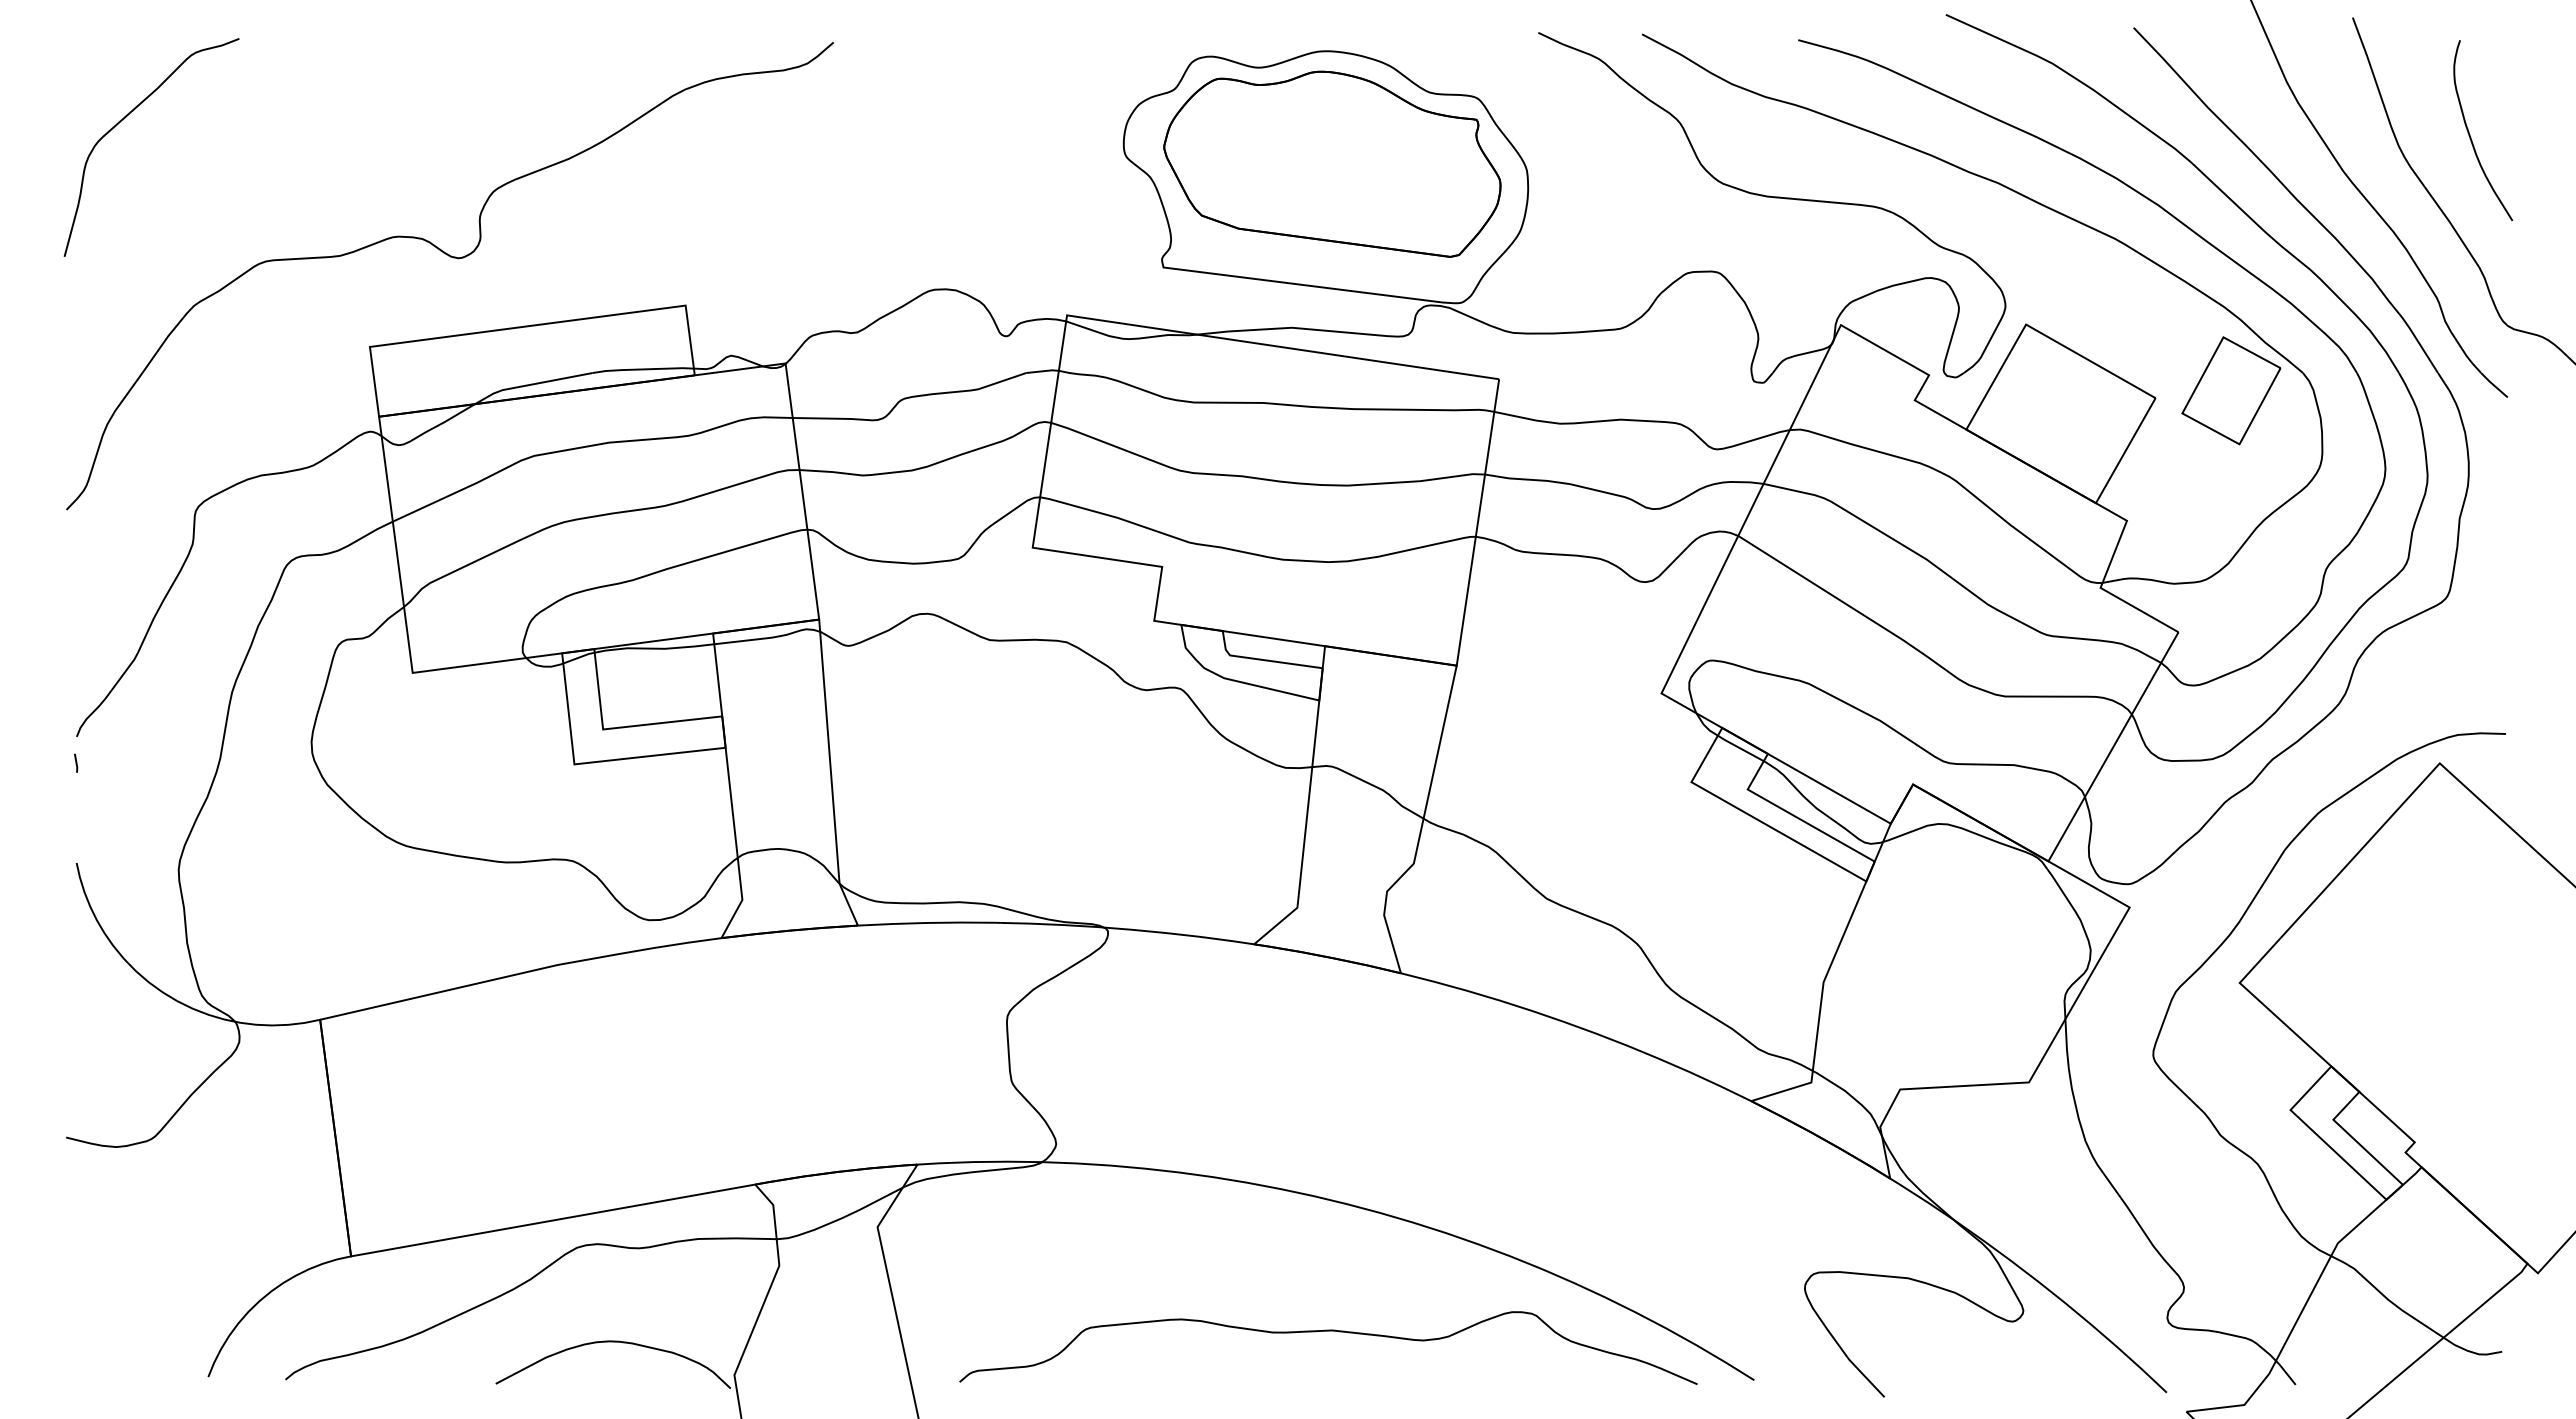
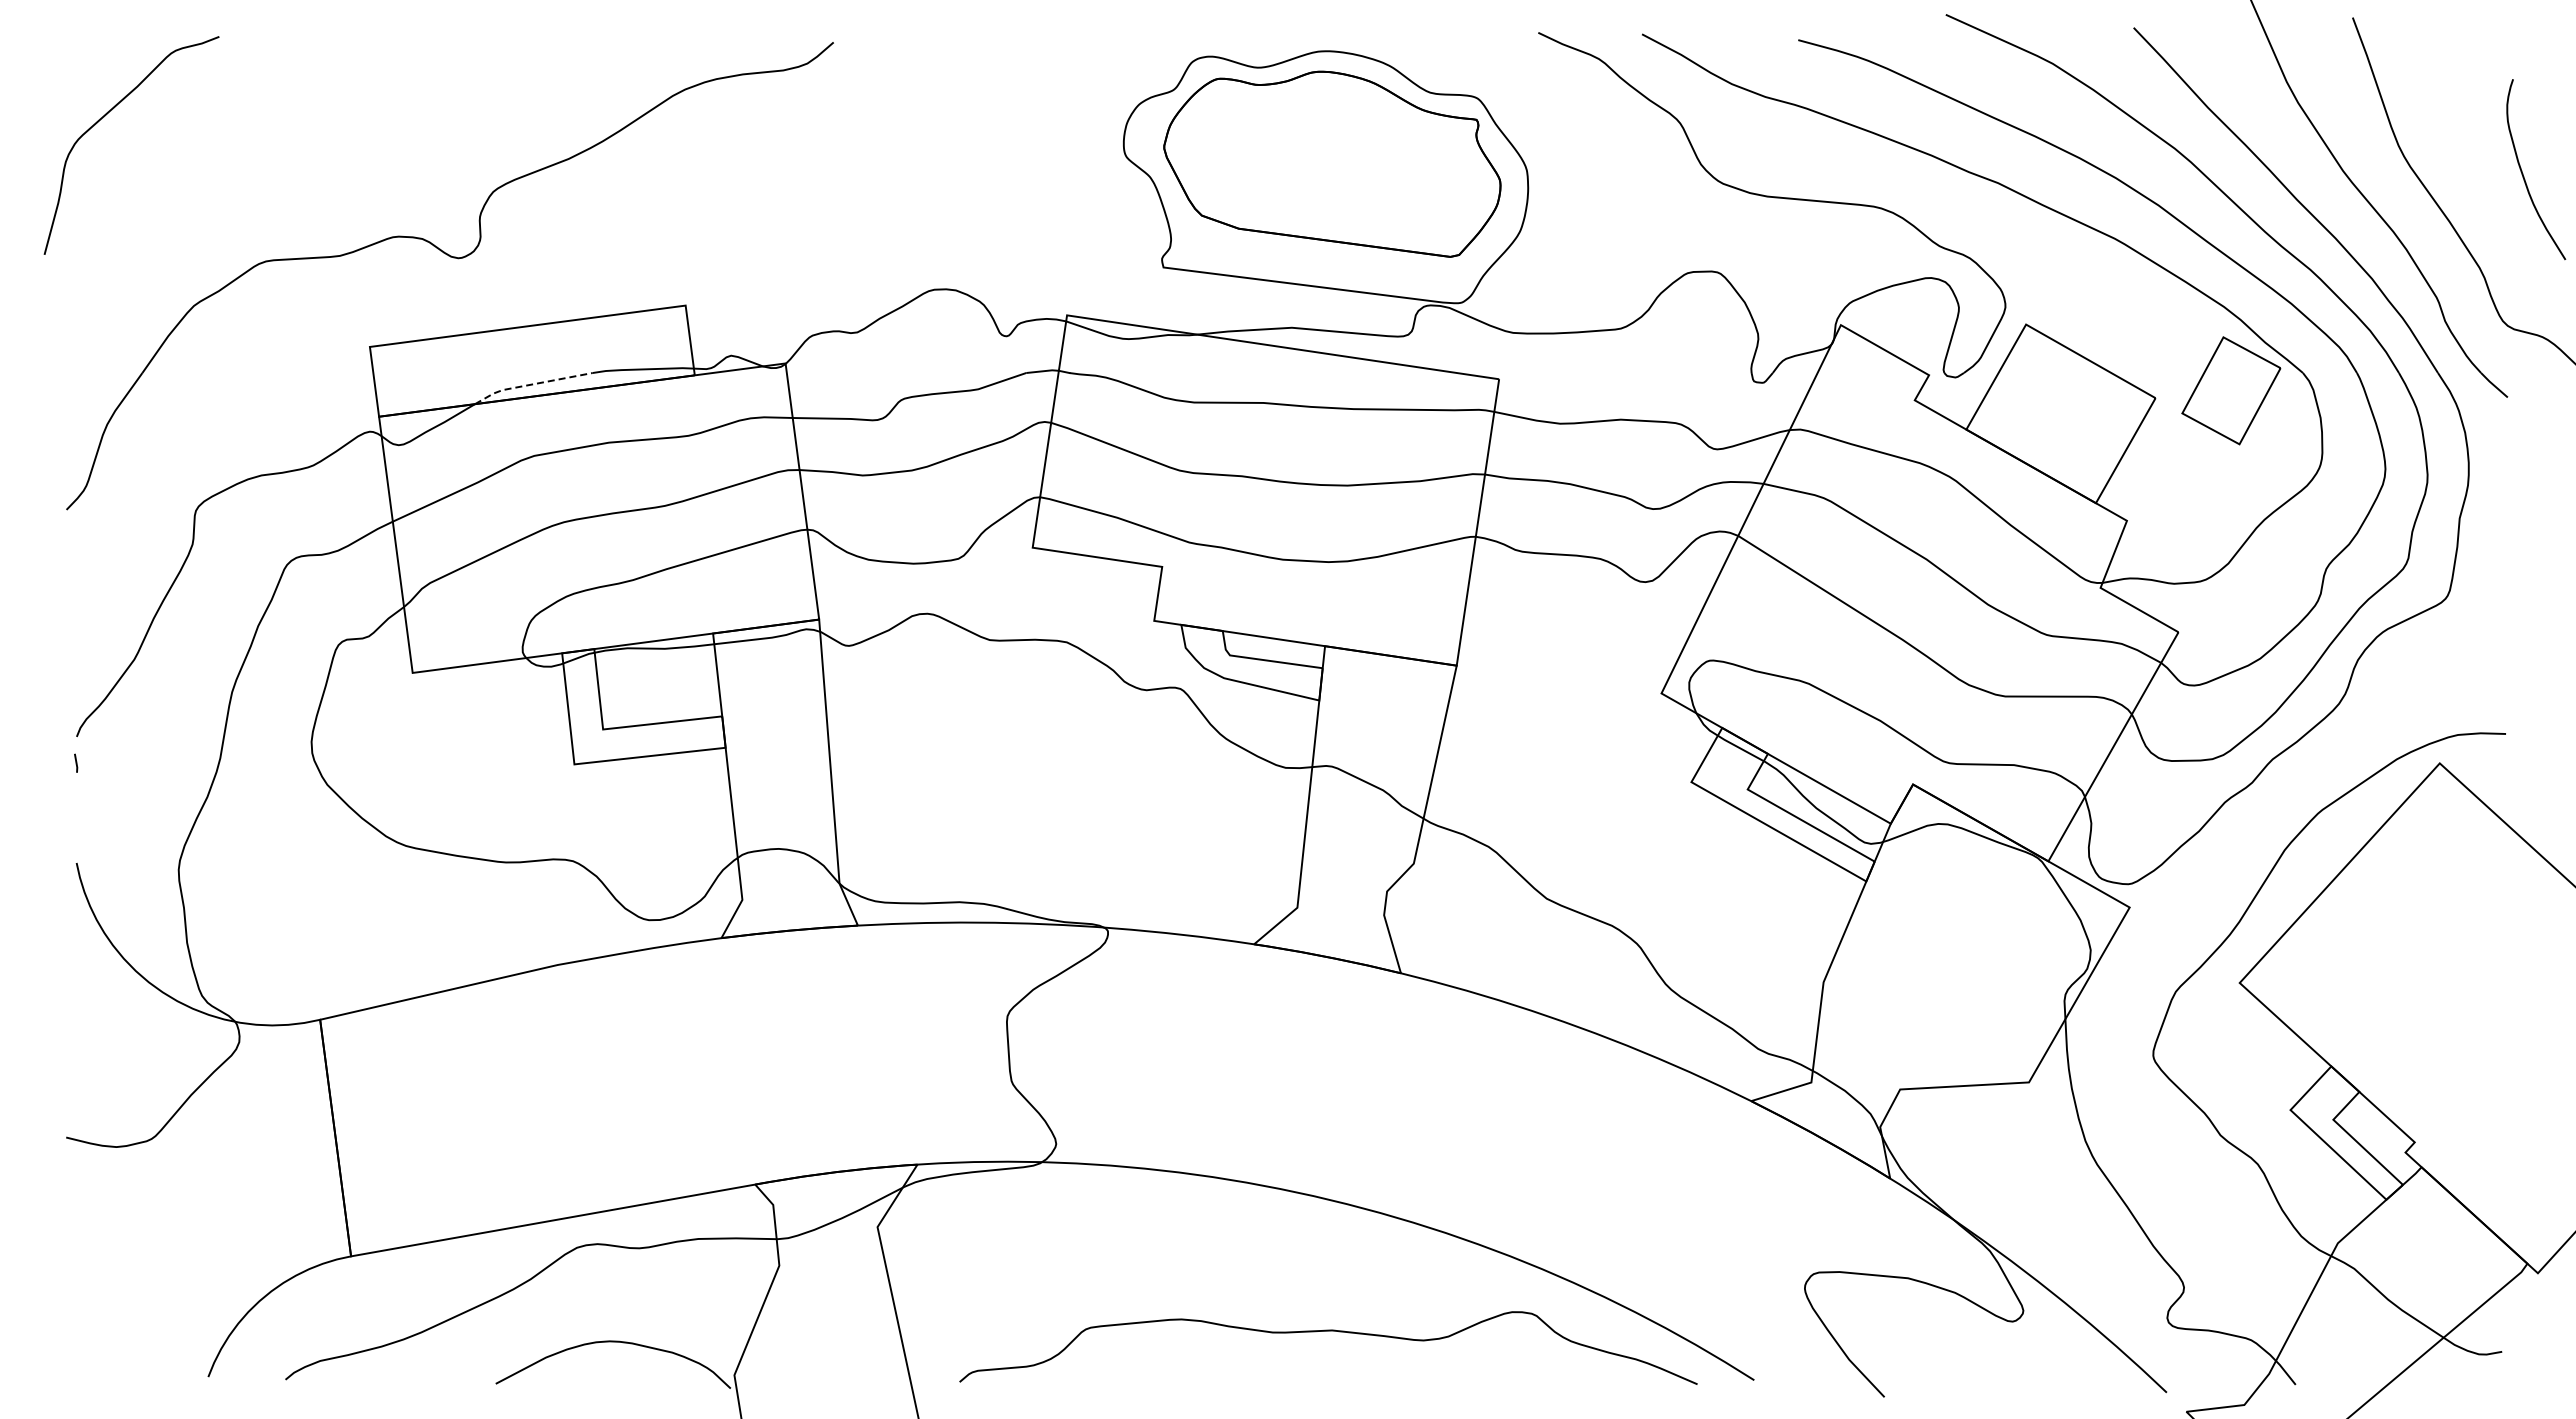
curve at (124, 119) position: (124, 119) -> (104, 117)
curve at (2470, 134) position: (2470, 134) -> (2523, 173)
line at (530, 384): solid -> dashed
